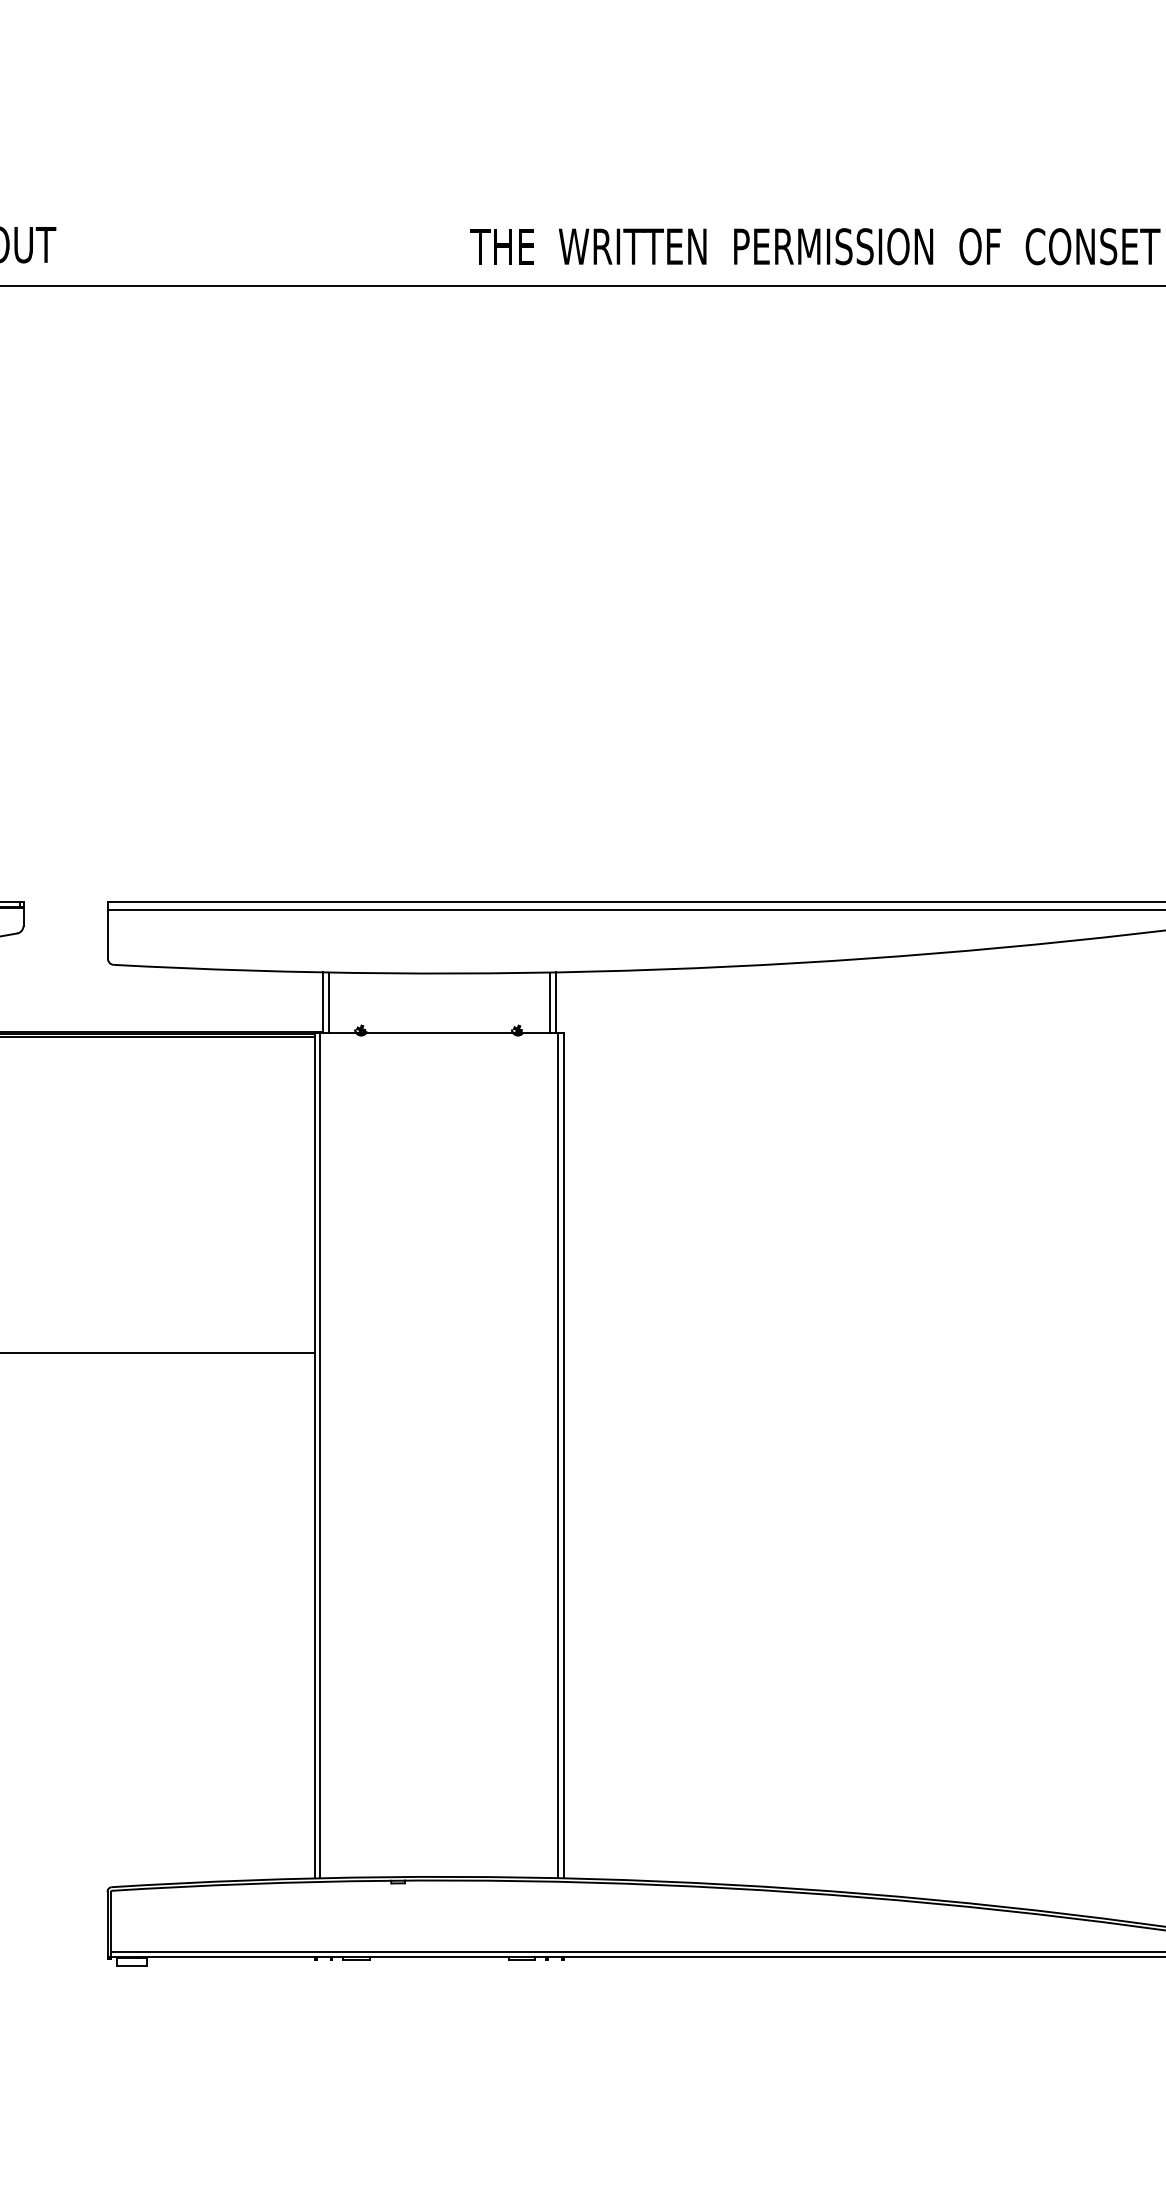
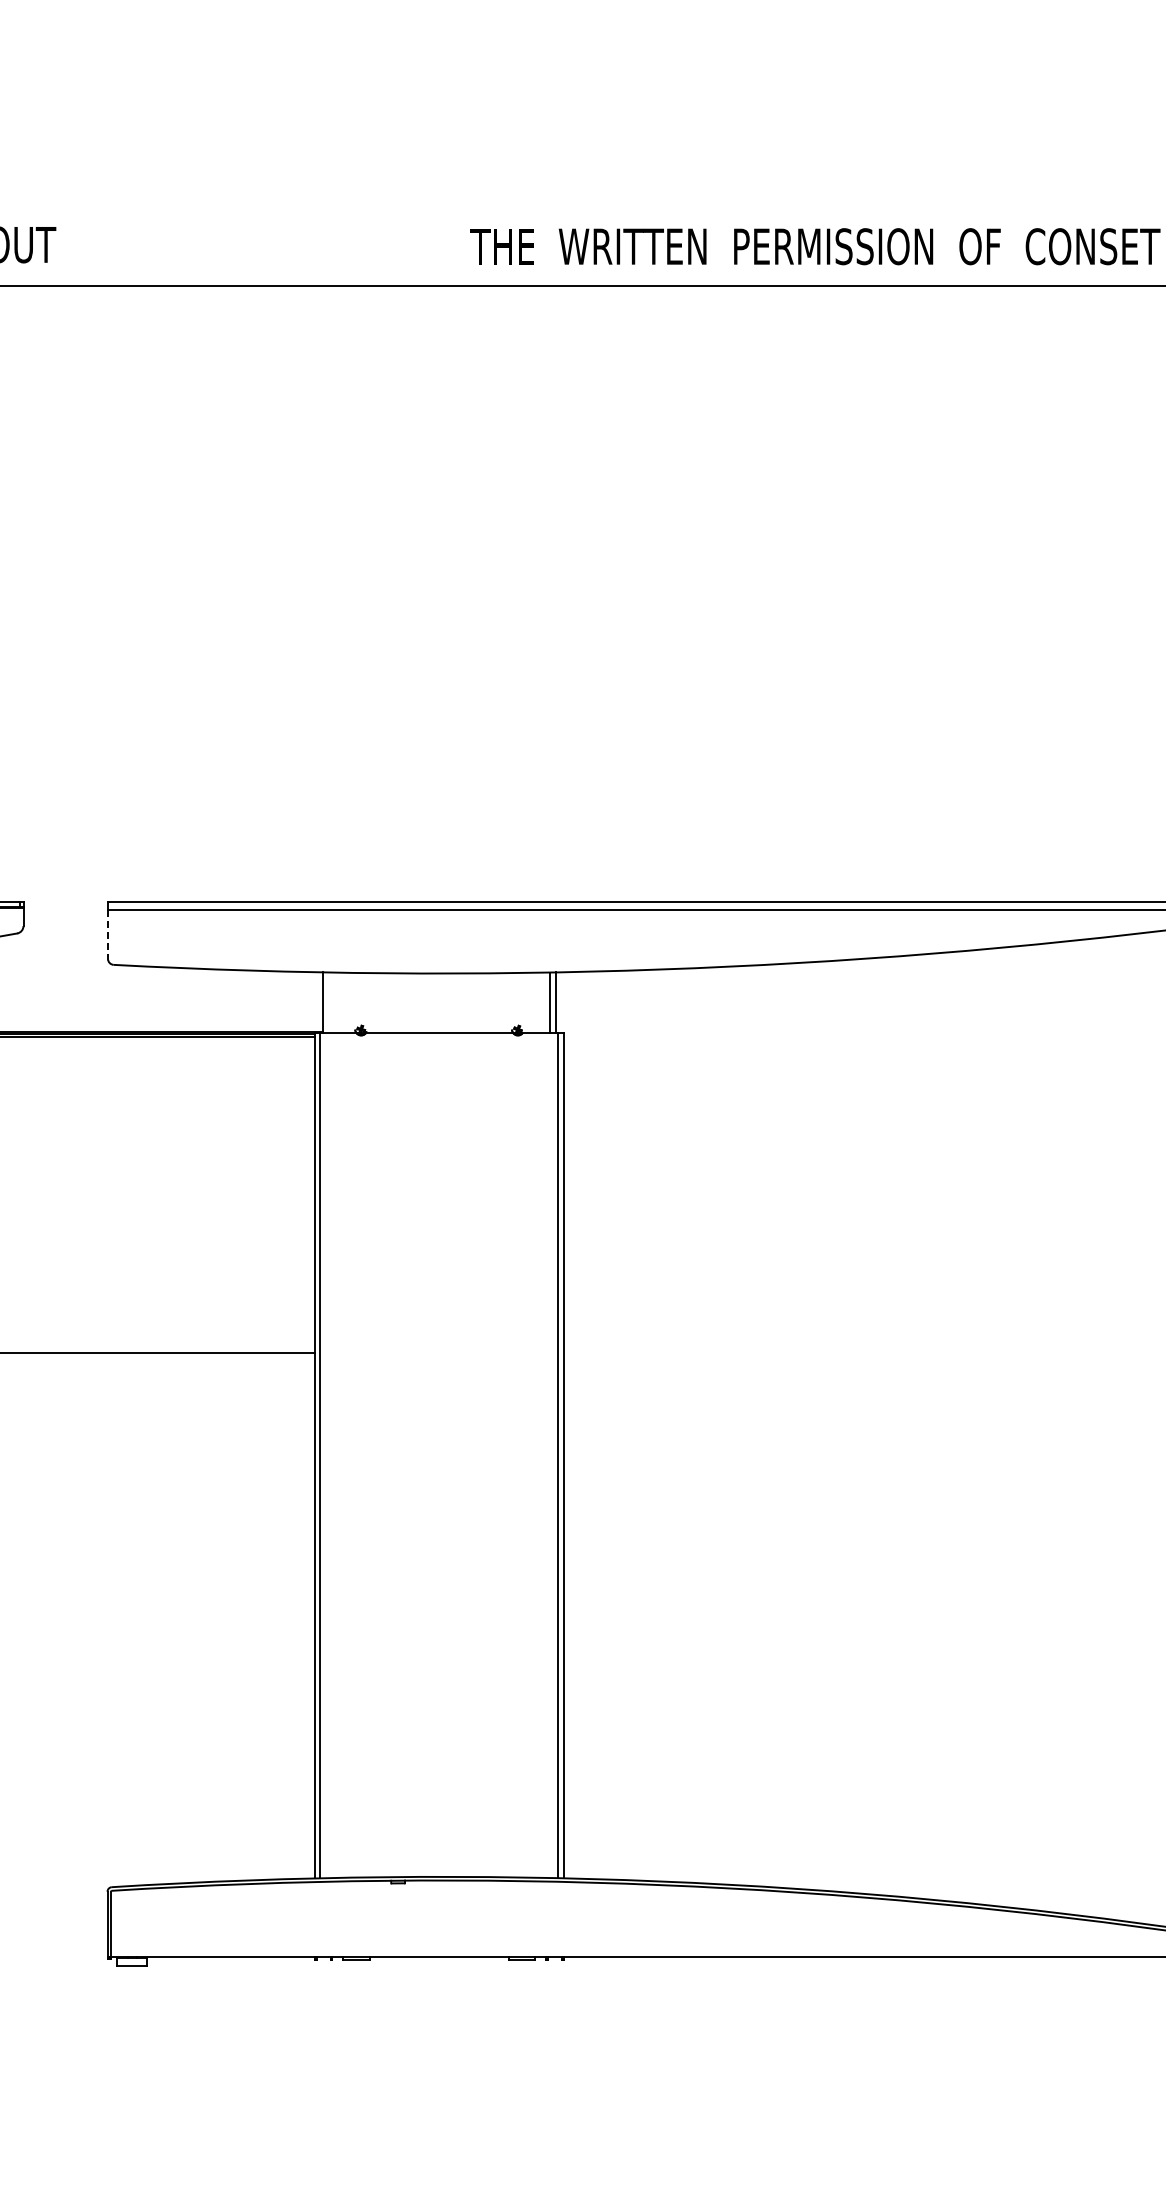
line at (107, 934): solid -> dashed
line at (328, 1002): present -> none
line at (636, 1951): present -> none
